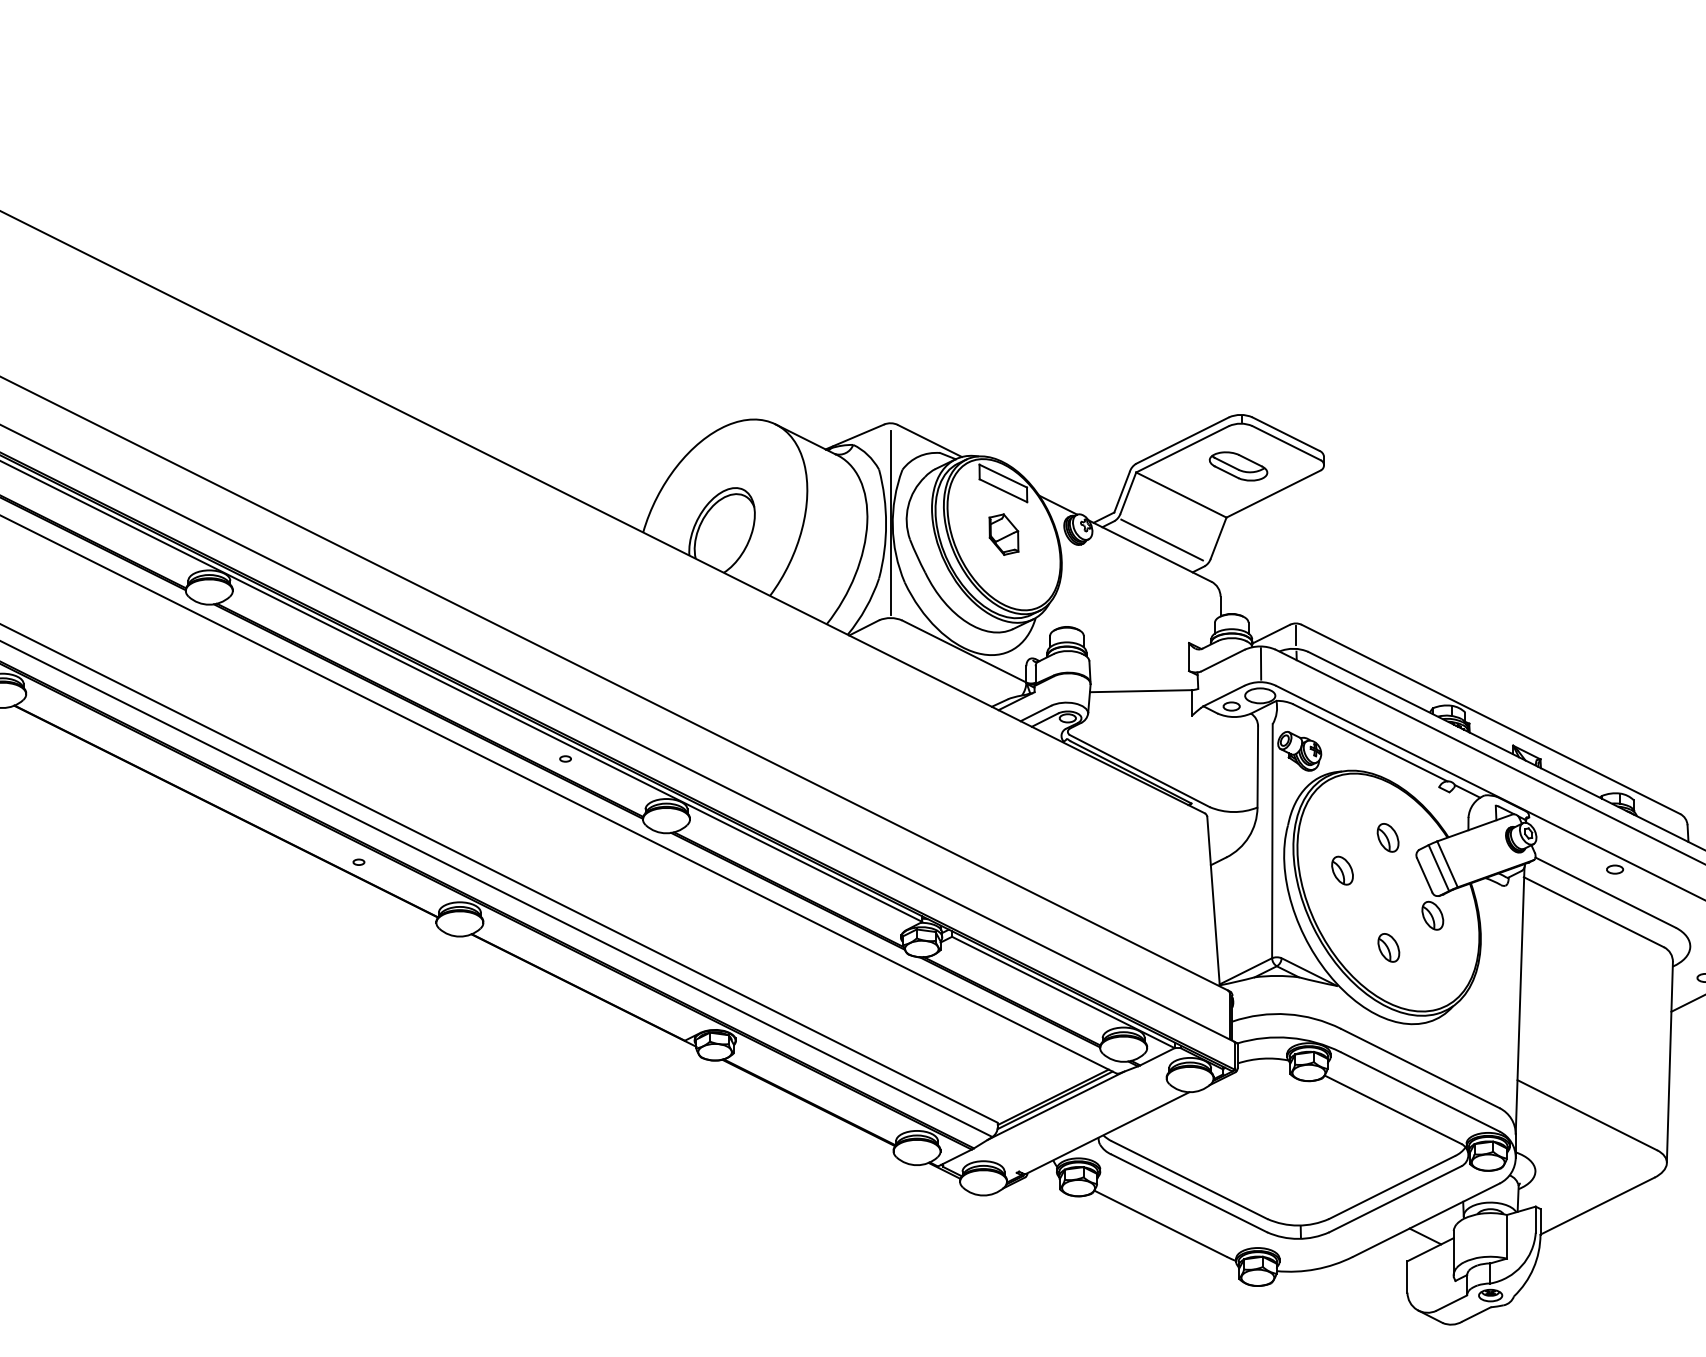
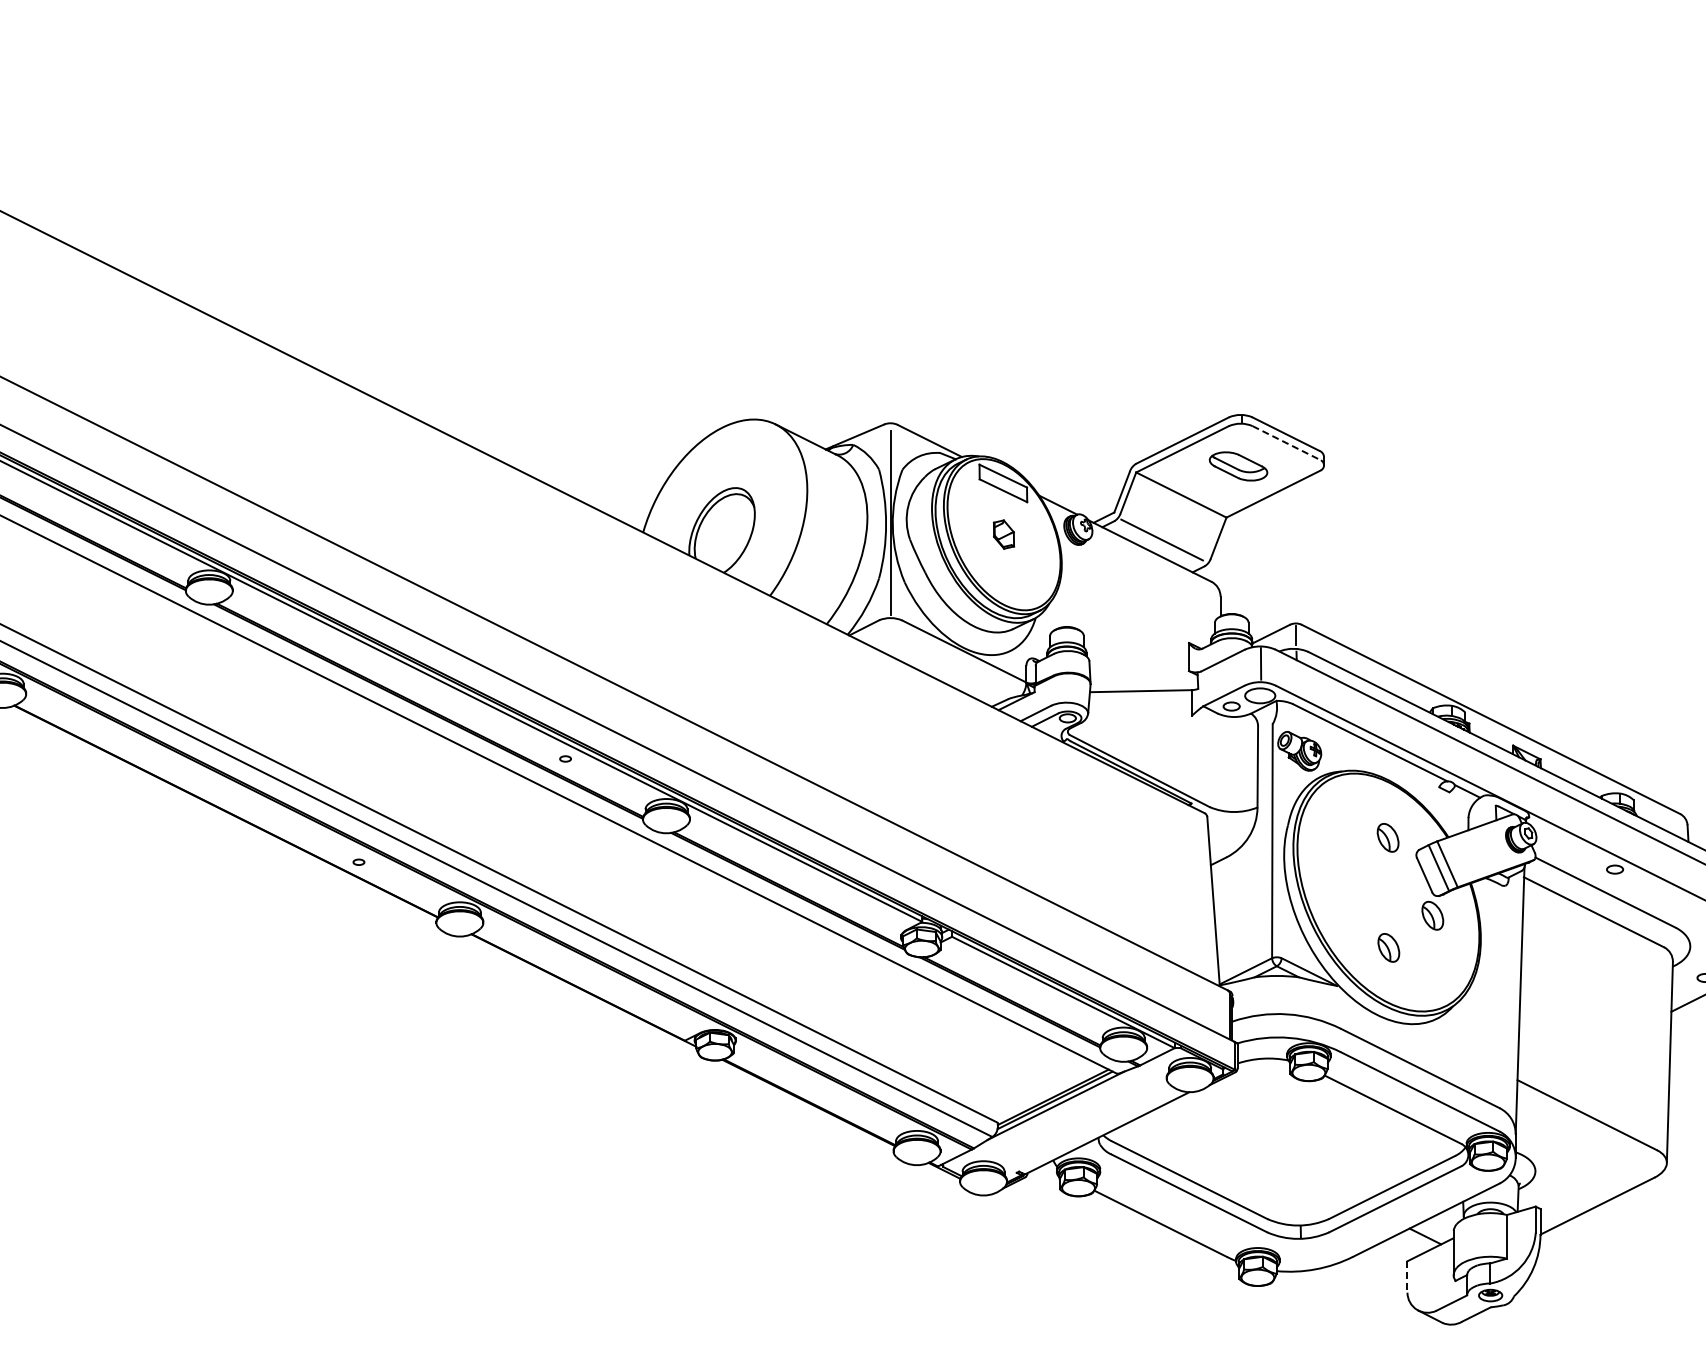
line at (1287, 443): solid -> dashed
part at (1003, 534) size: 32x43 px -> 23x31 px
part at (1342, 870): present -> none
line at (1407, 1276): solid -> dashed
